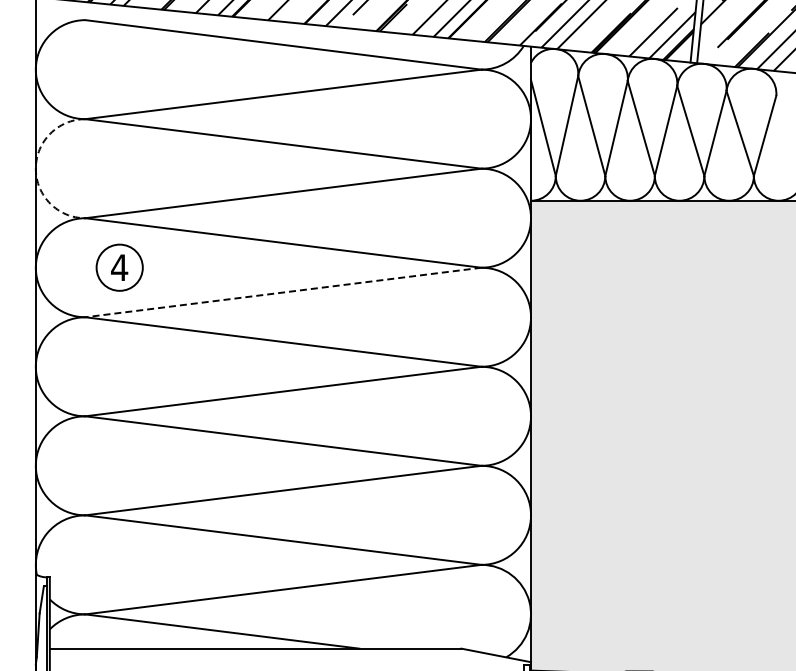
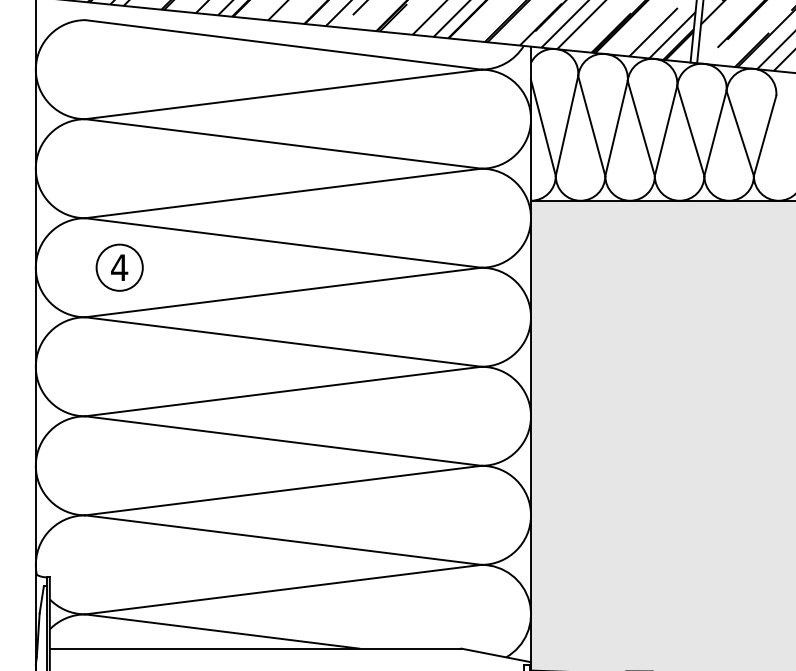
arc at (35, 168): dashed -> solid
line at (283, 292): dashed -> solid
